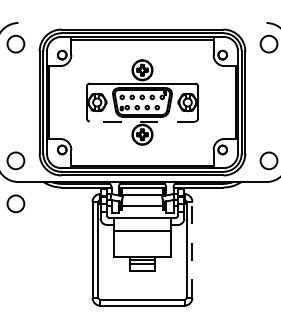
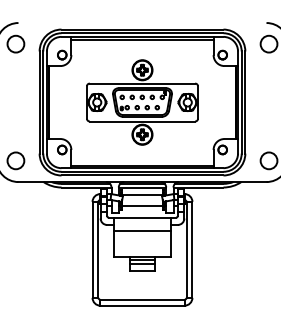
line at (142, 121): dashed -> solid
circle at (15, 203): present -> none
line at (192, 249): dashed -> solid
